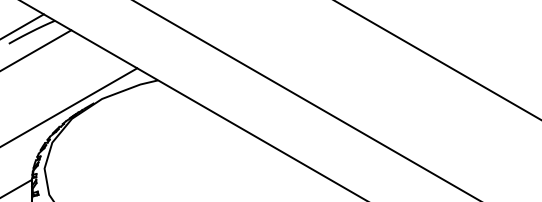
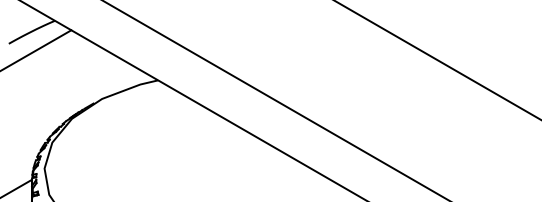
line at (22, 26): present -> none
line at (306, 100) position: (306, 100) -> (275, 100)
line at (69, 106): present -> none
